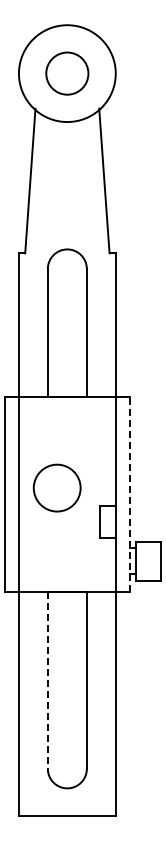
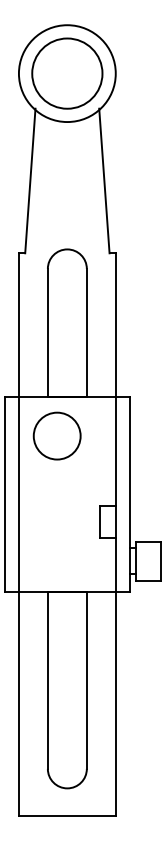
circle at (67, 73) diameter: 42 px -> 70 px
circle at (56, 487) position: (56, 487) -> (56, 435)
line at (129, 494): dashed -> solid
line at (47, 681): dashed -> solid
